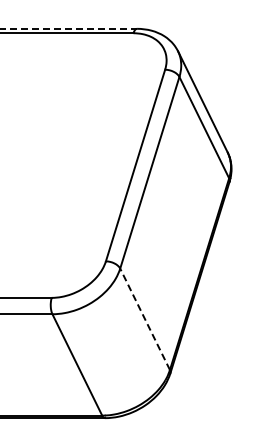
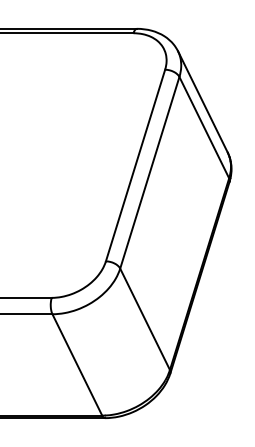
line at (69, 28): dashed -> solid
line at (144, 318): dashed -> solid
